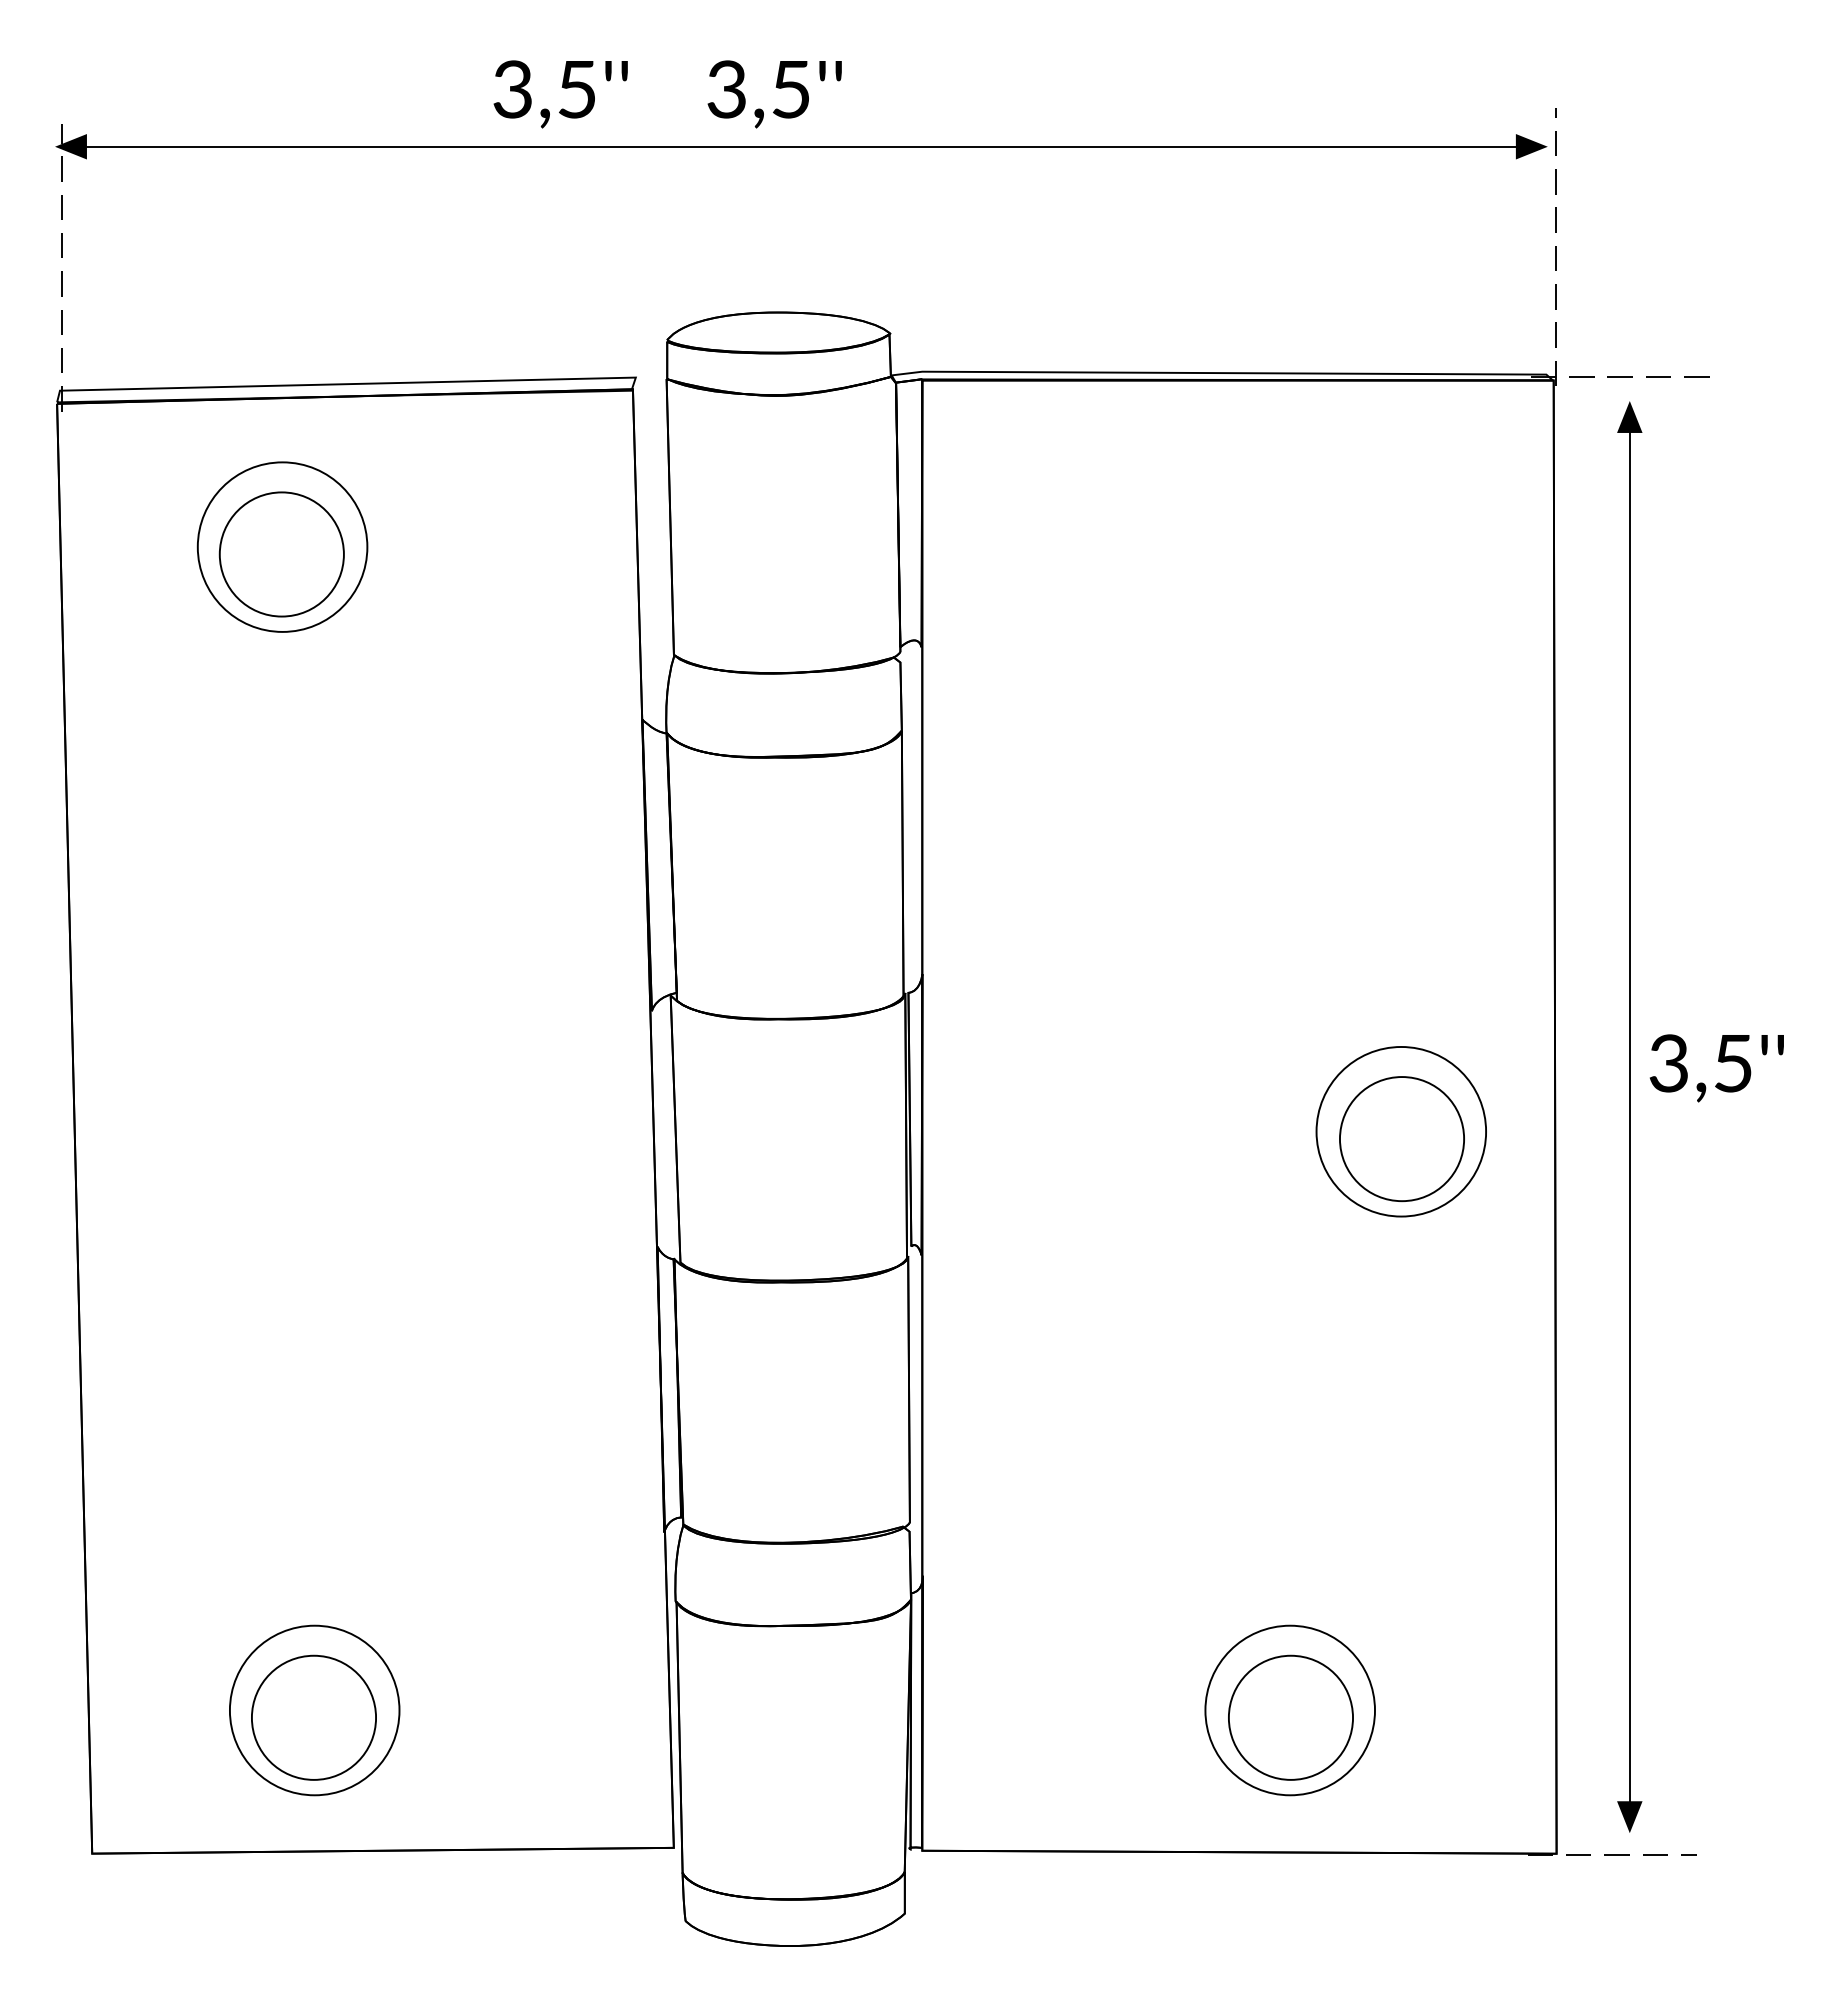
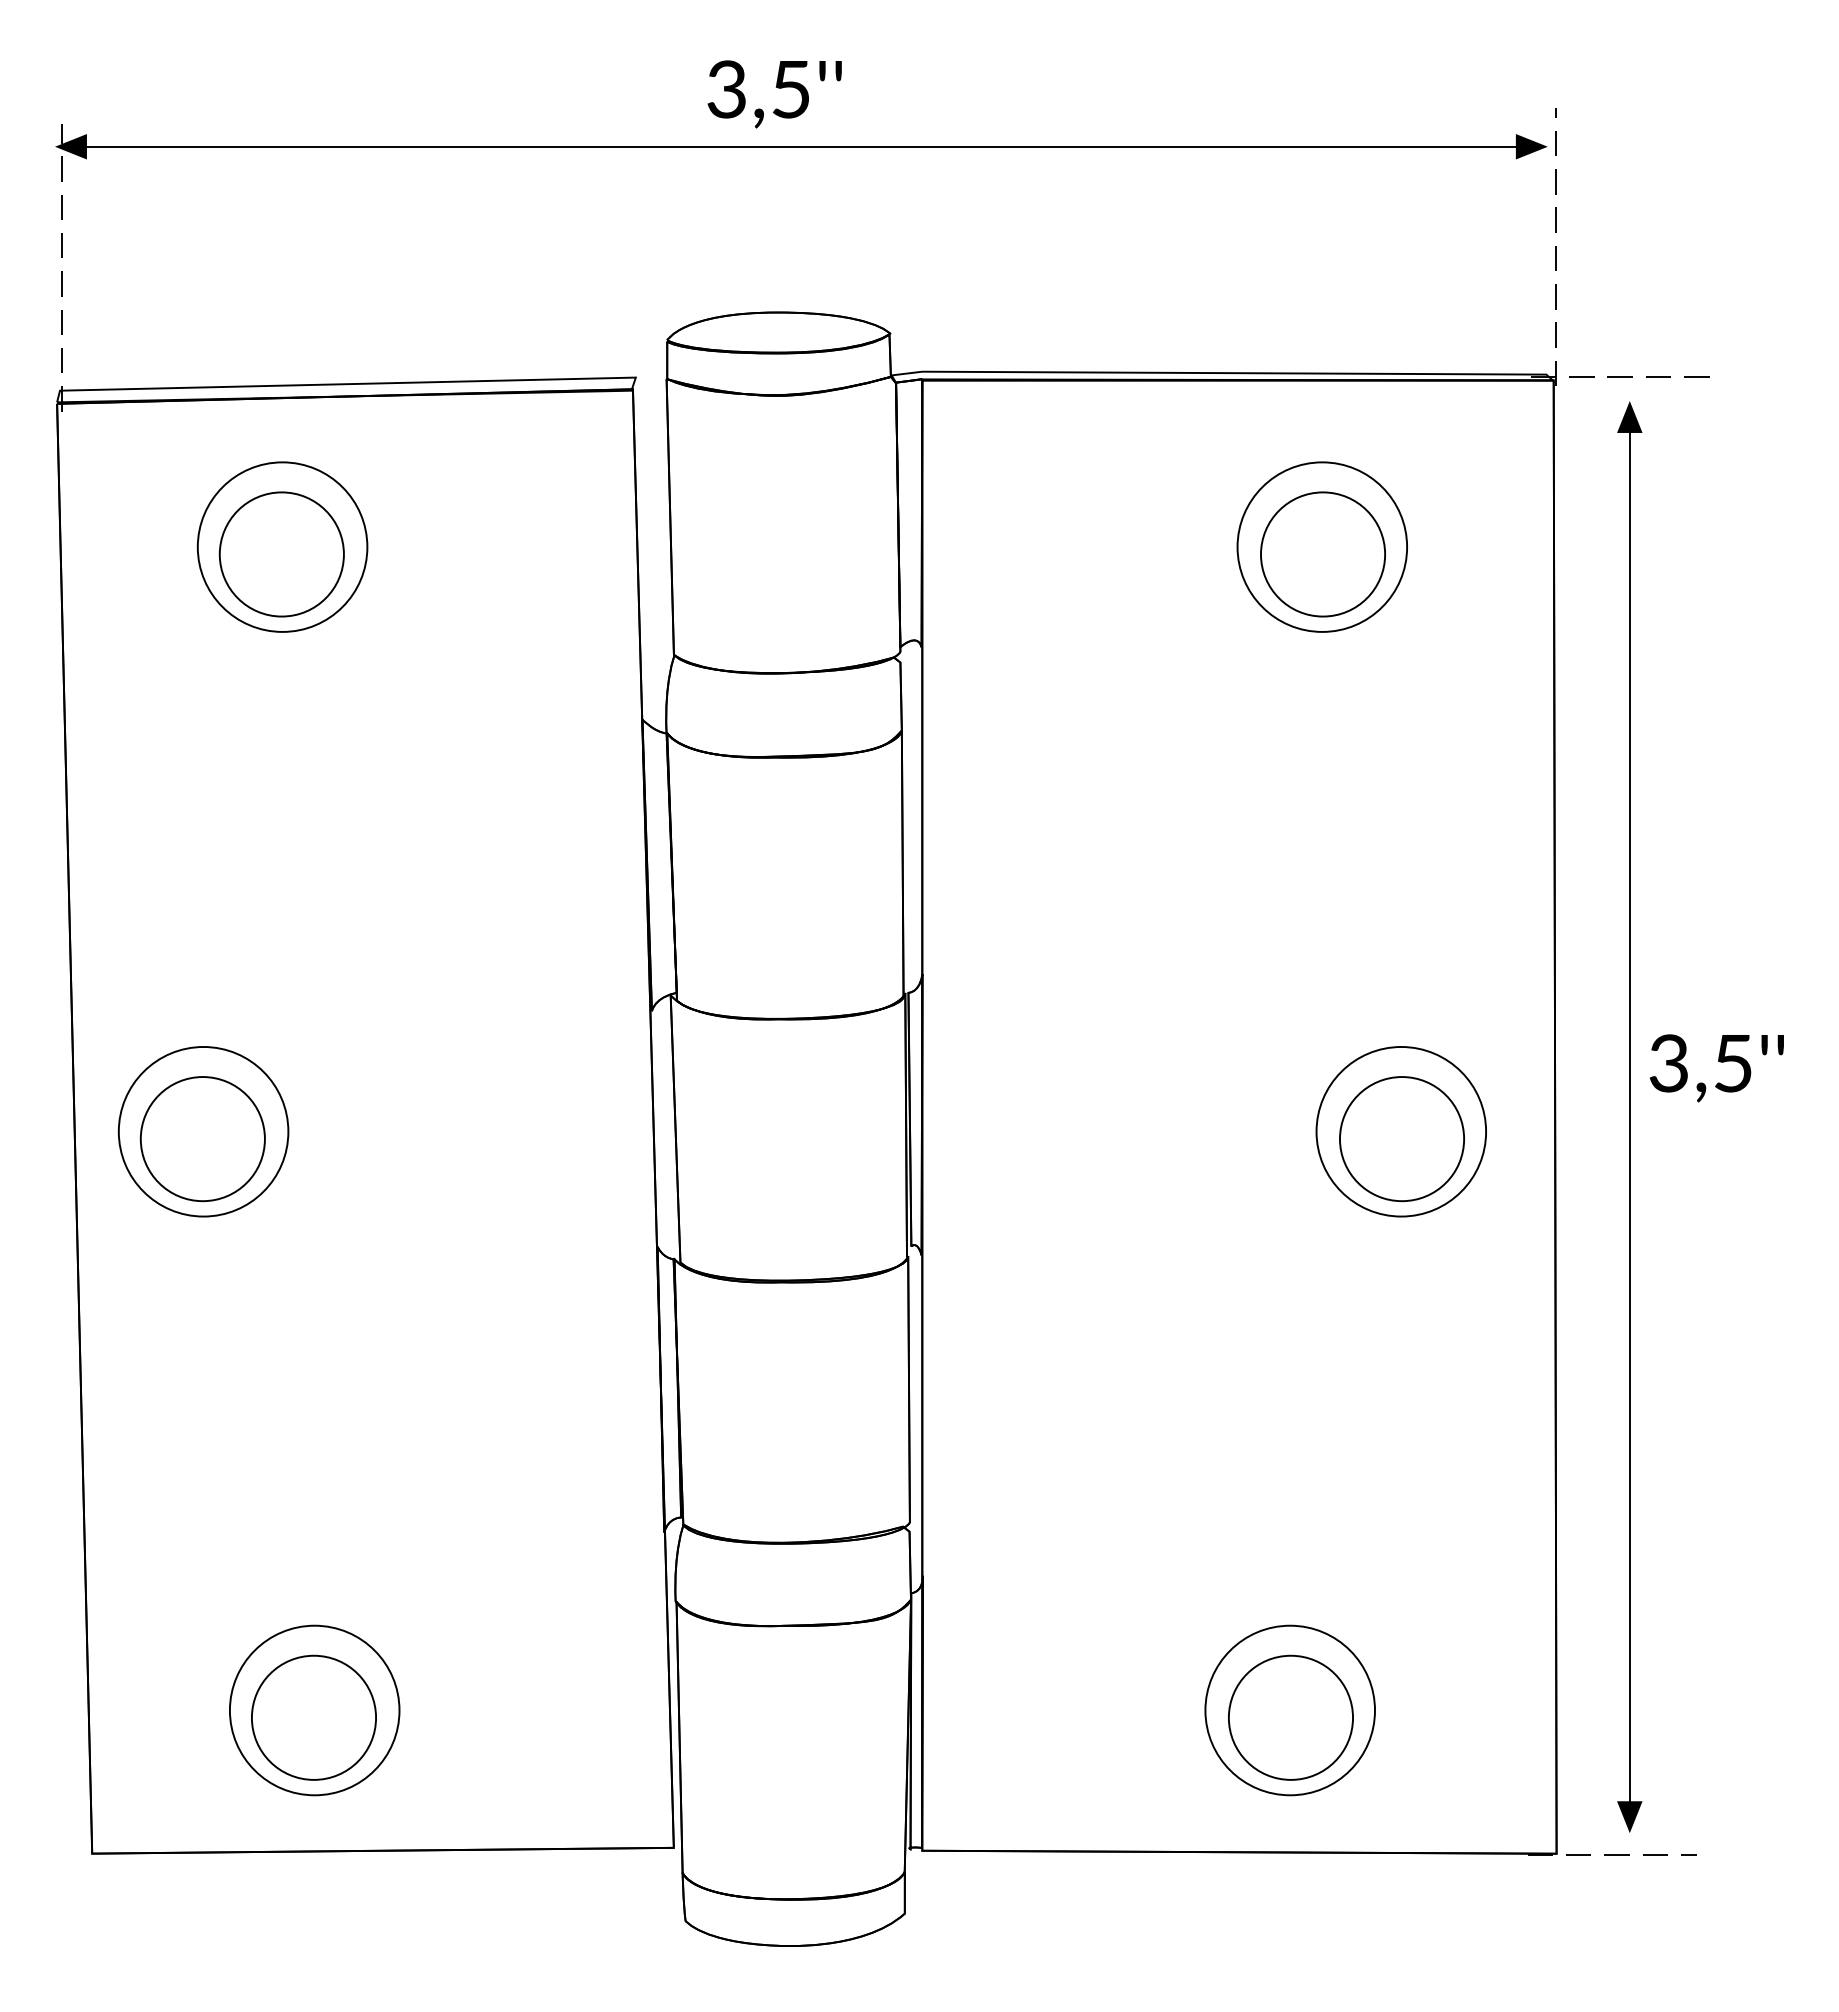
part at (563, 88): present -> none
part at (1321, 546): none -> present
part at (203, 1131): none -> present
